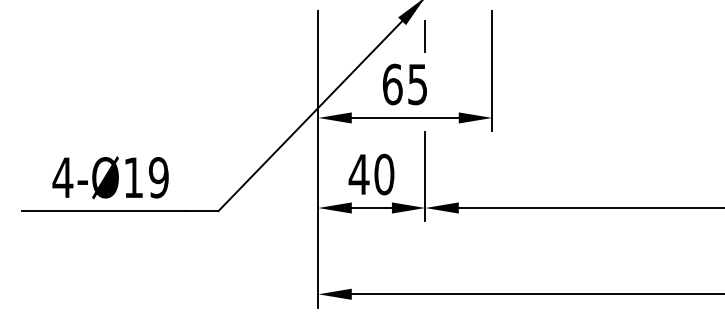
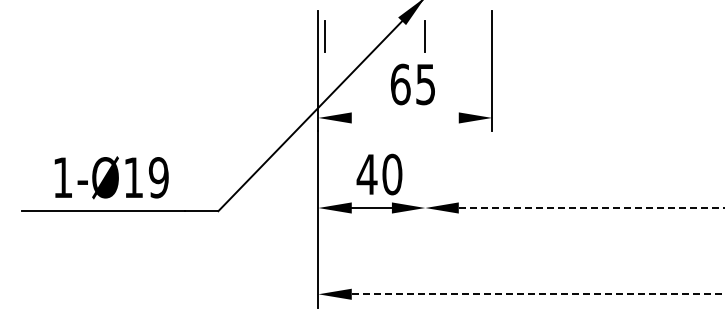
line at (324, 36): none -> present
text at (404, 84) position: (404, 84) -> (412, 84)
line at (404, 117): present -> none
text at (371, 174) position: (371, 174) -> (379, 174)
line at (425, 176): present -> none
text at (62, 177): 4-Ø19 -> 1-Ø19
line at (591, 208): solid -> dashed
line at (538, 294): solid -> dashed
